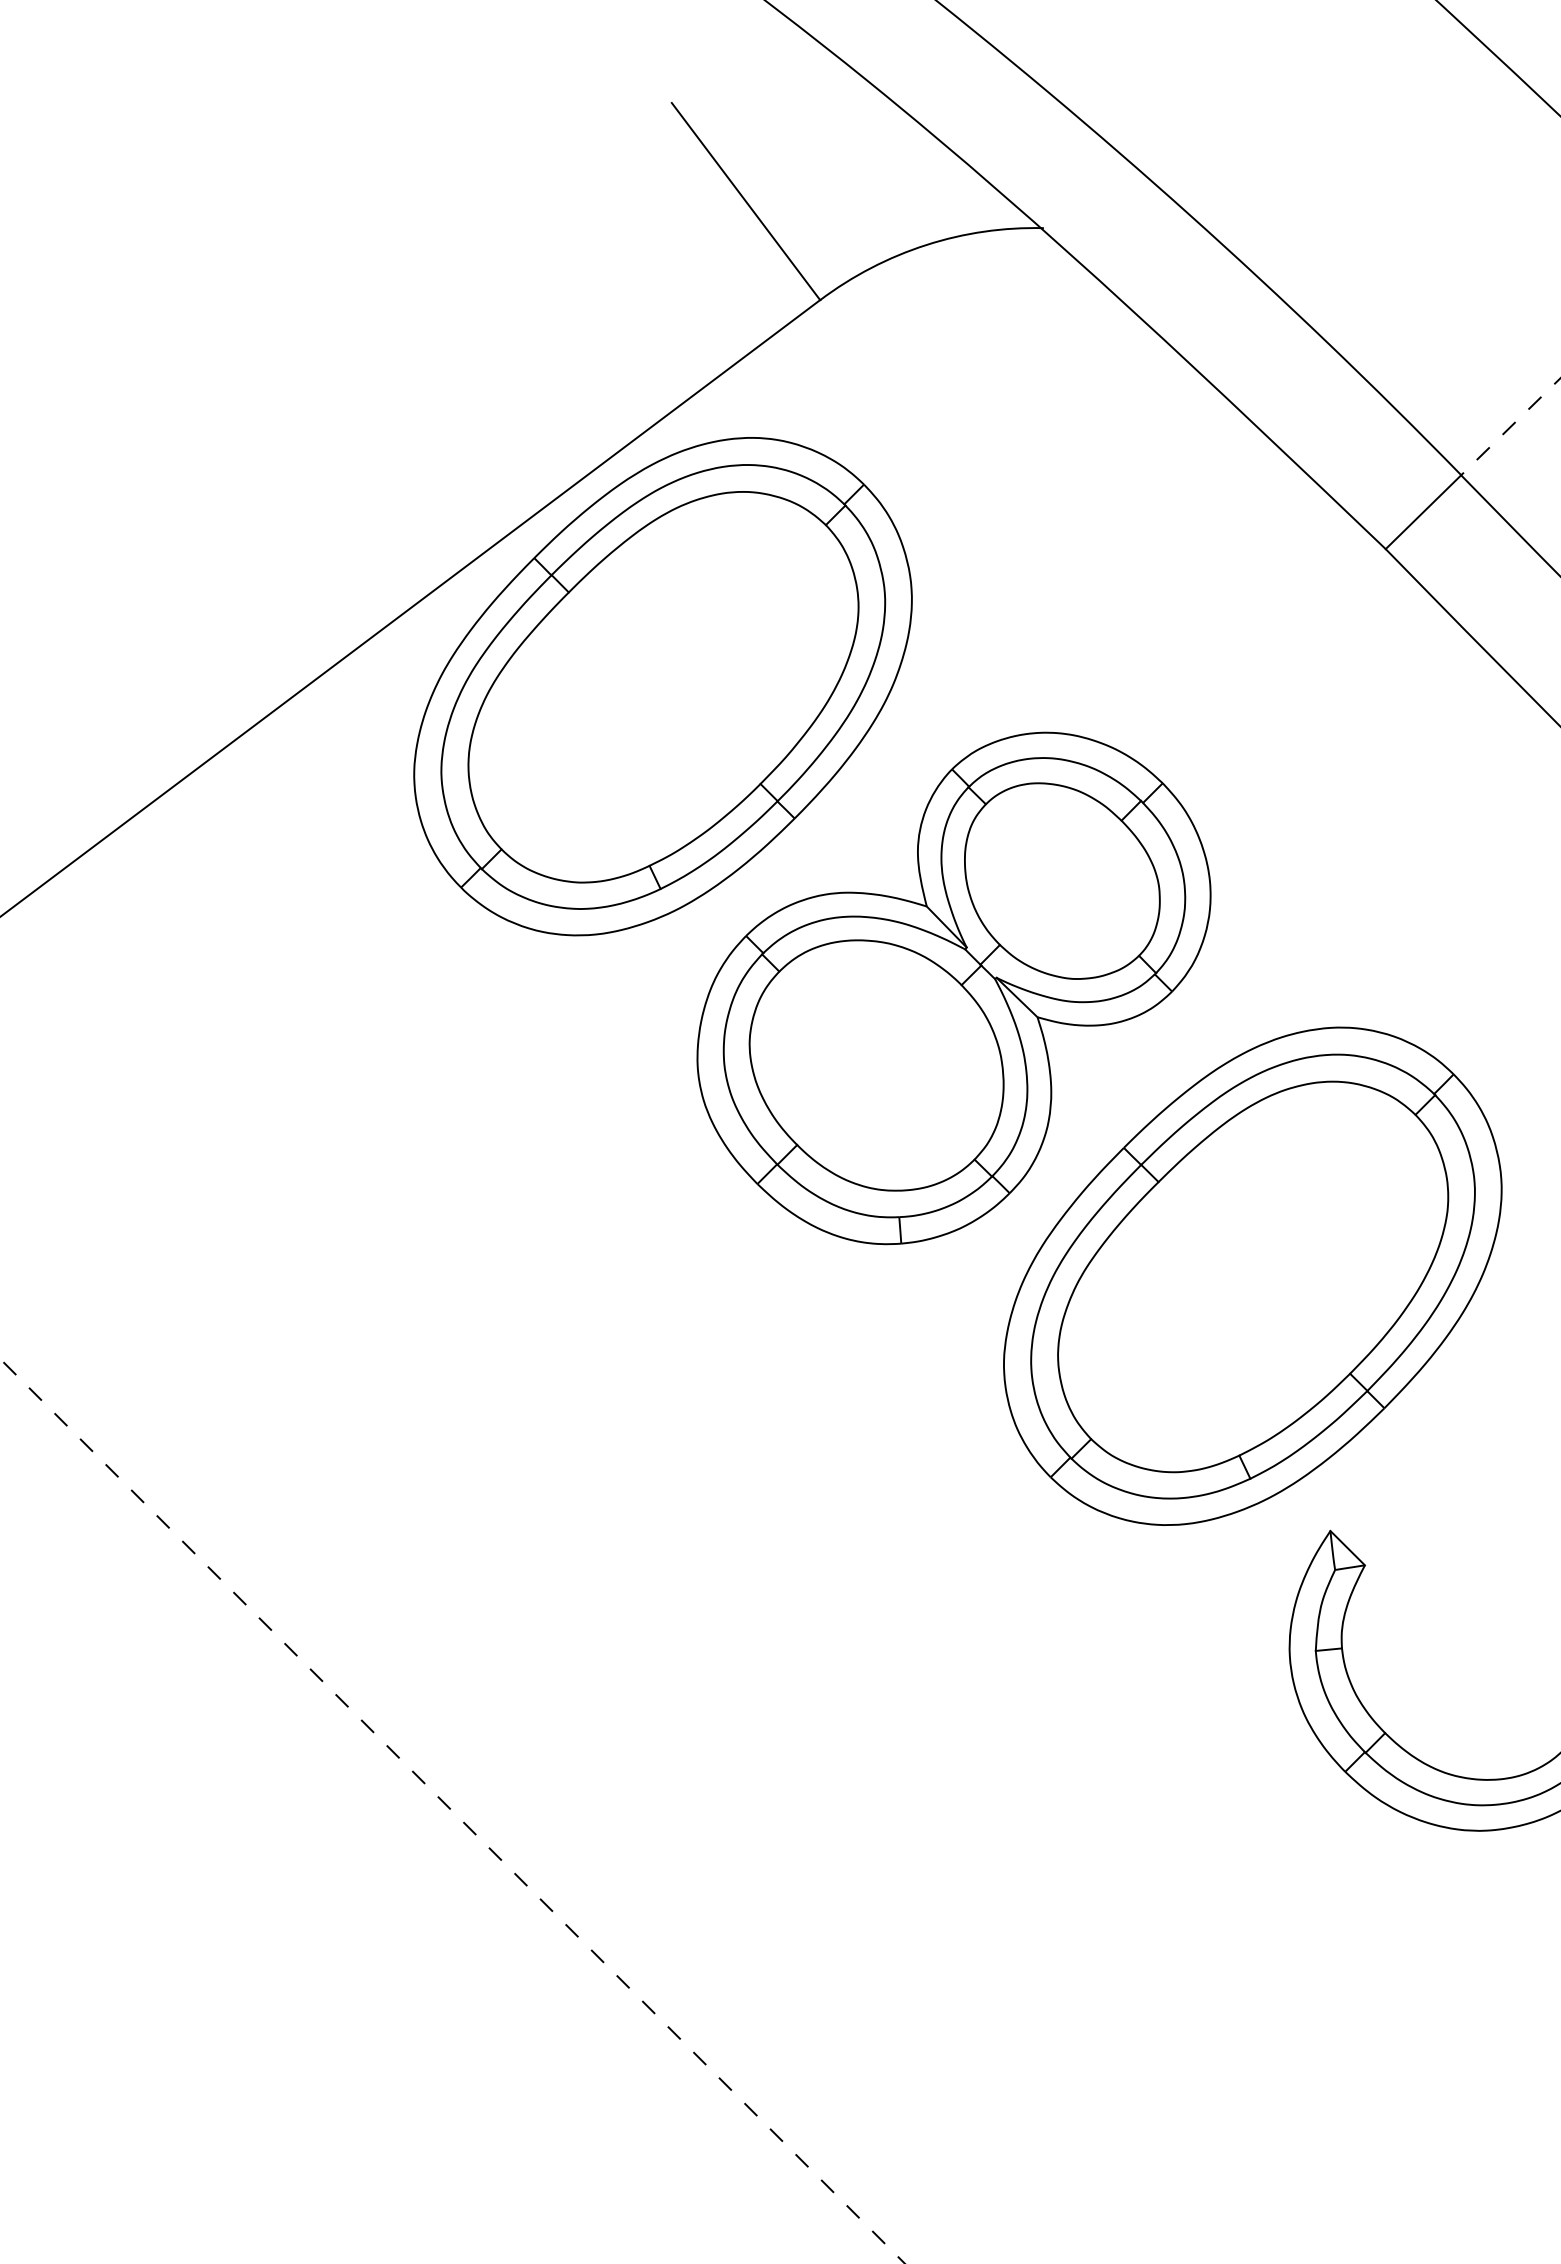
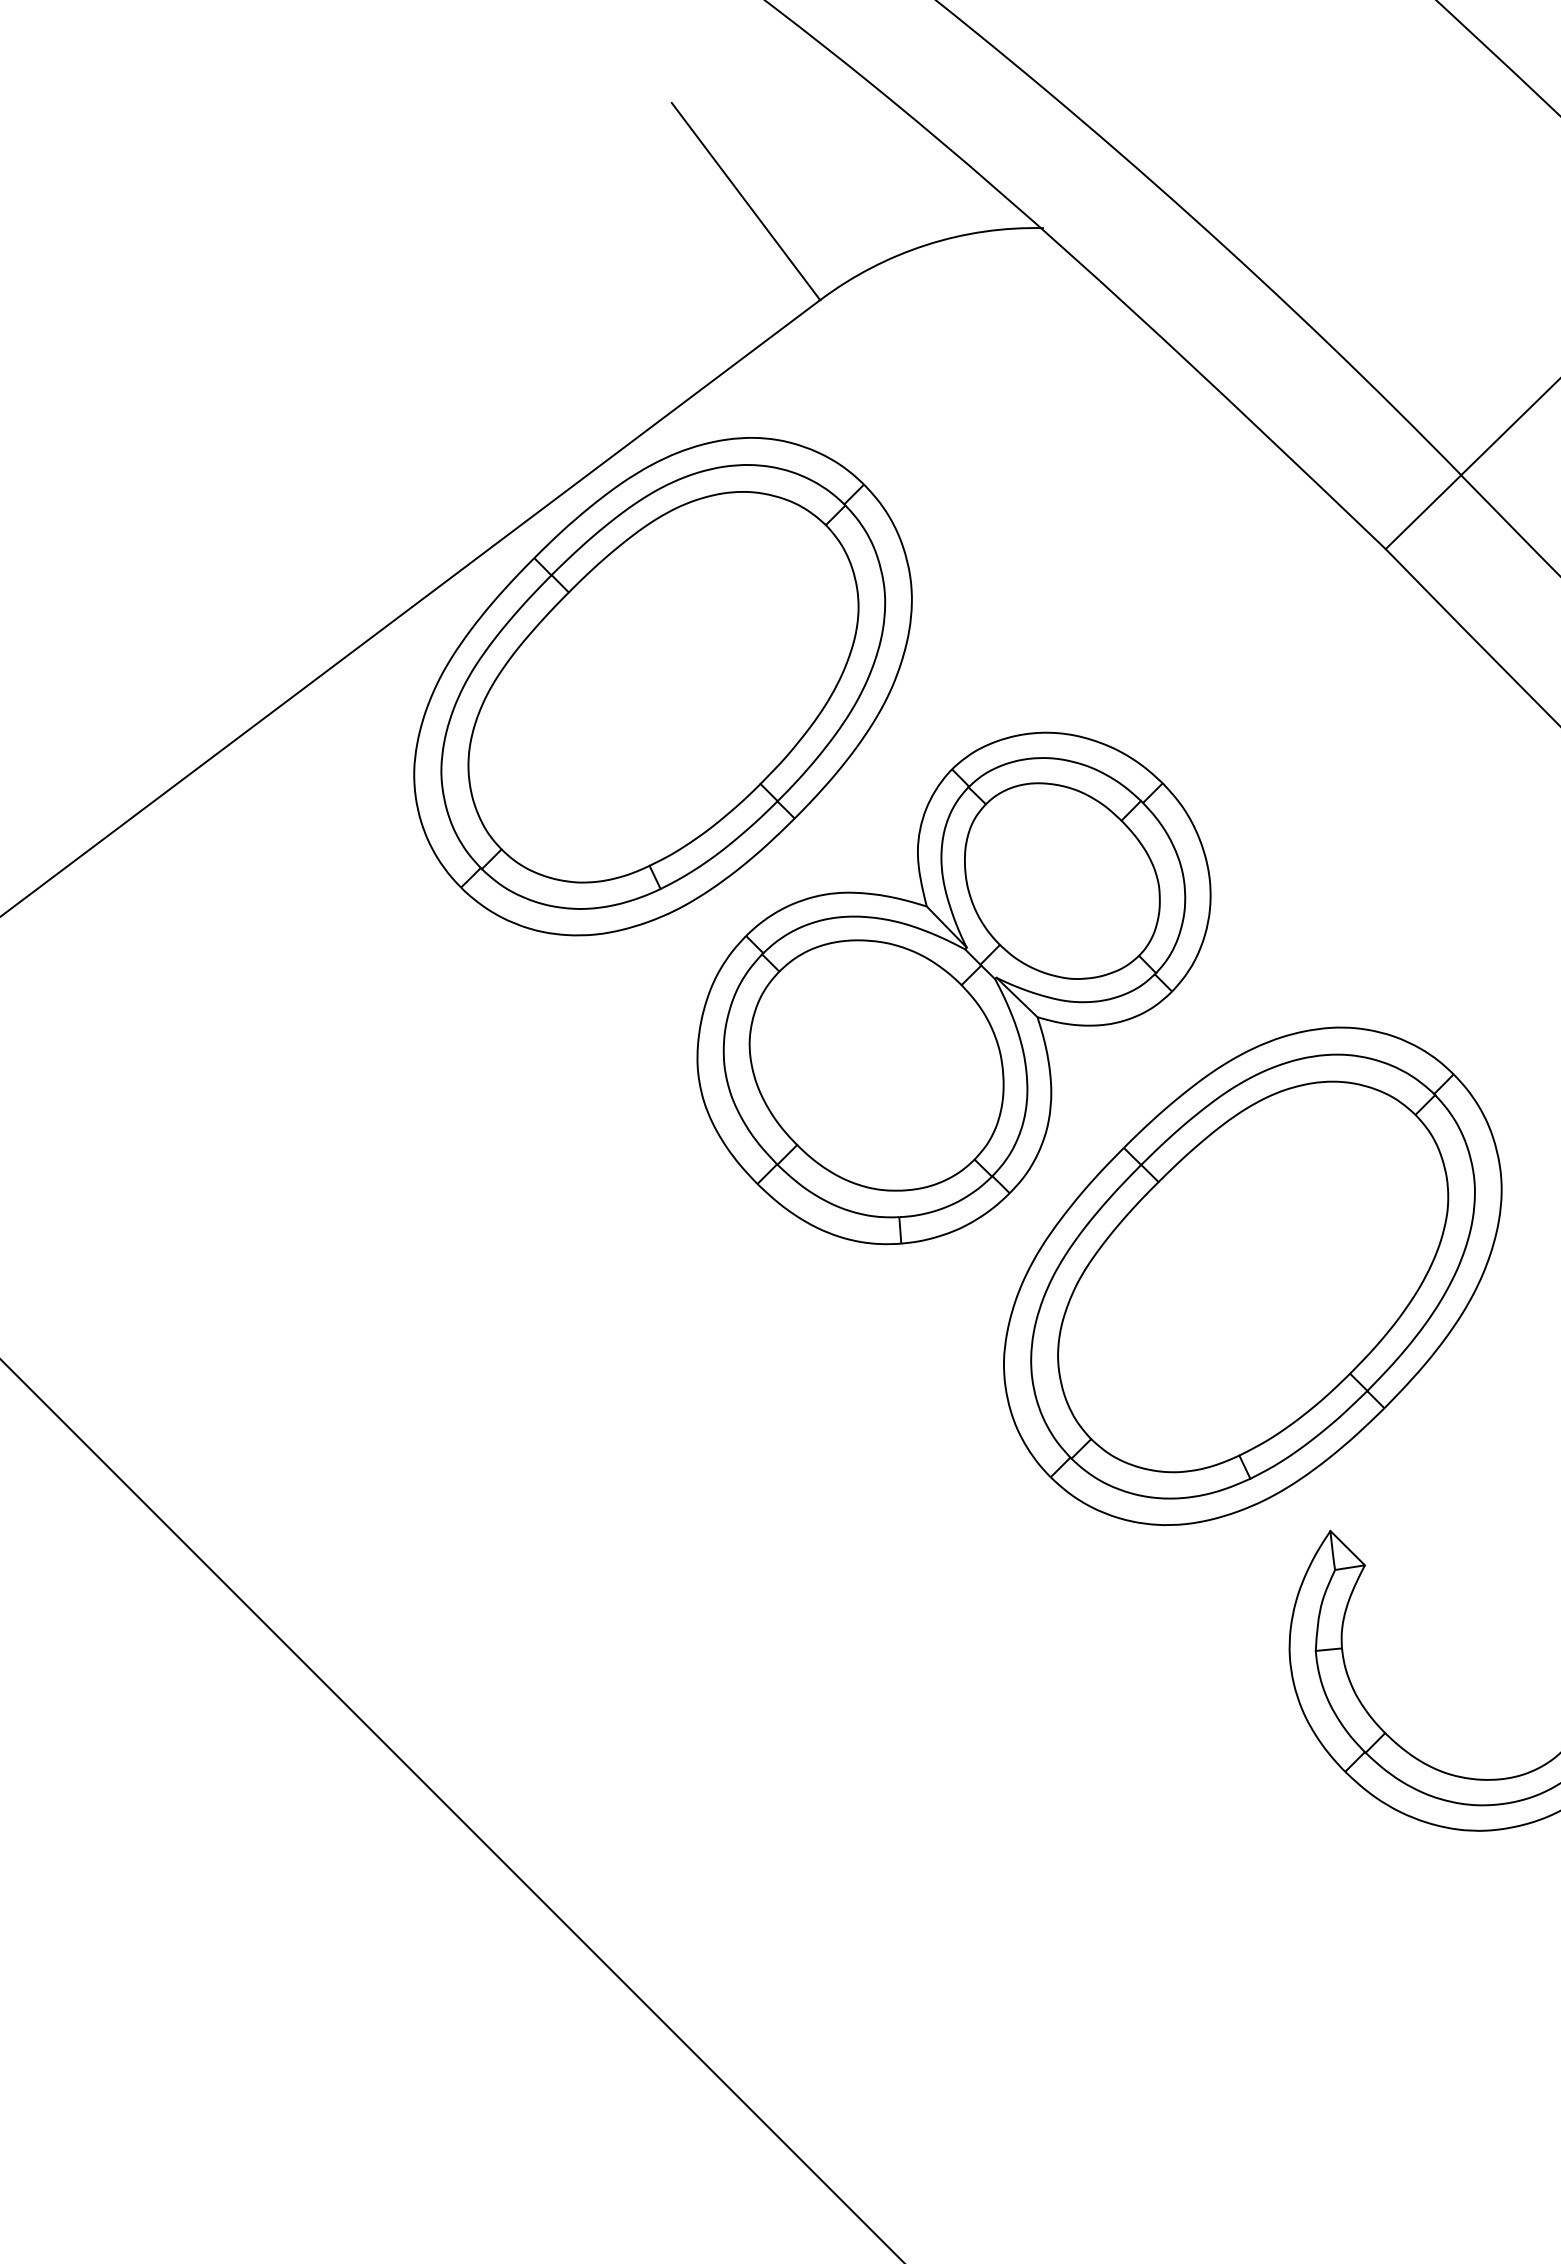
line at (1510, 427): dashed -> solid
line at (452, 1811): dashed -> solid
